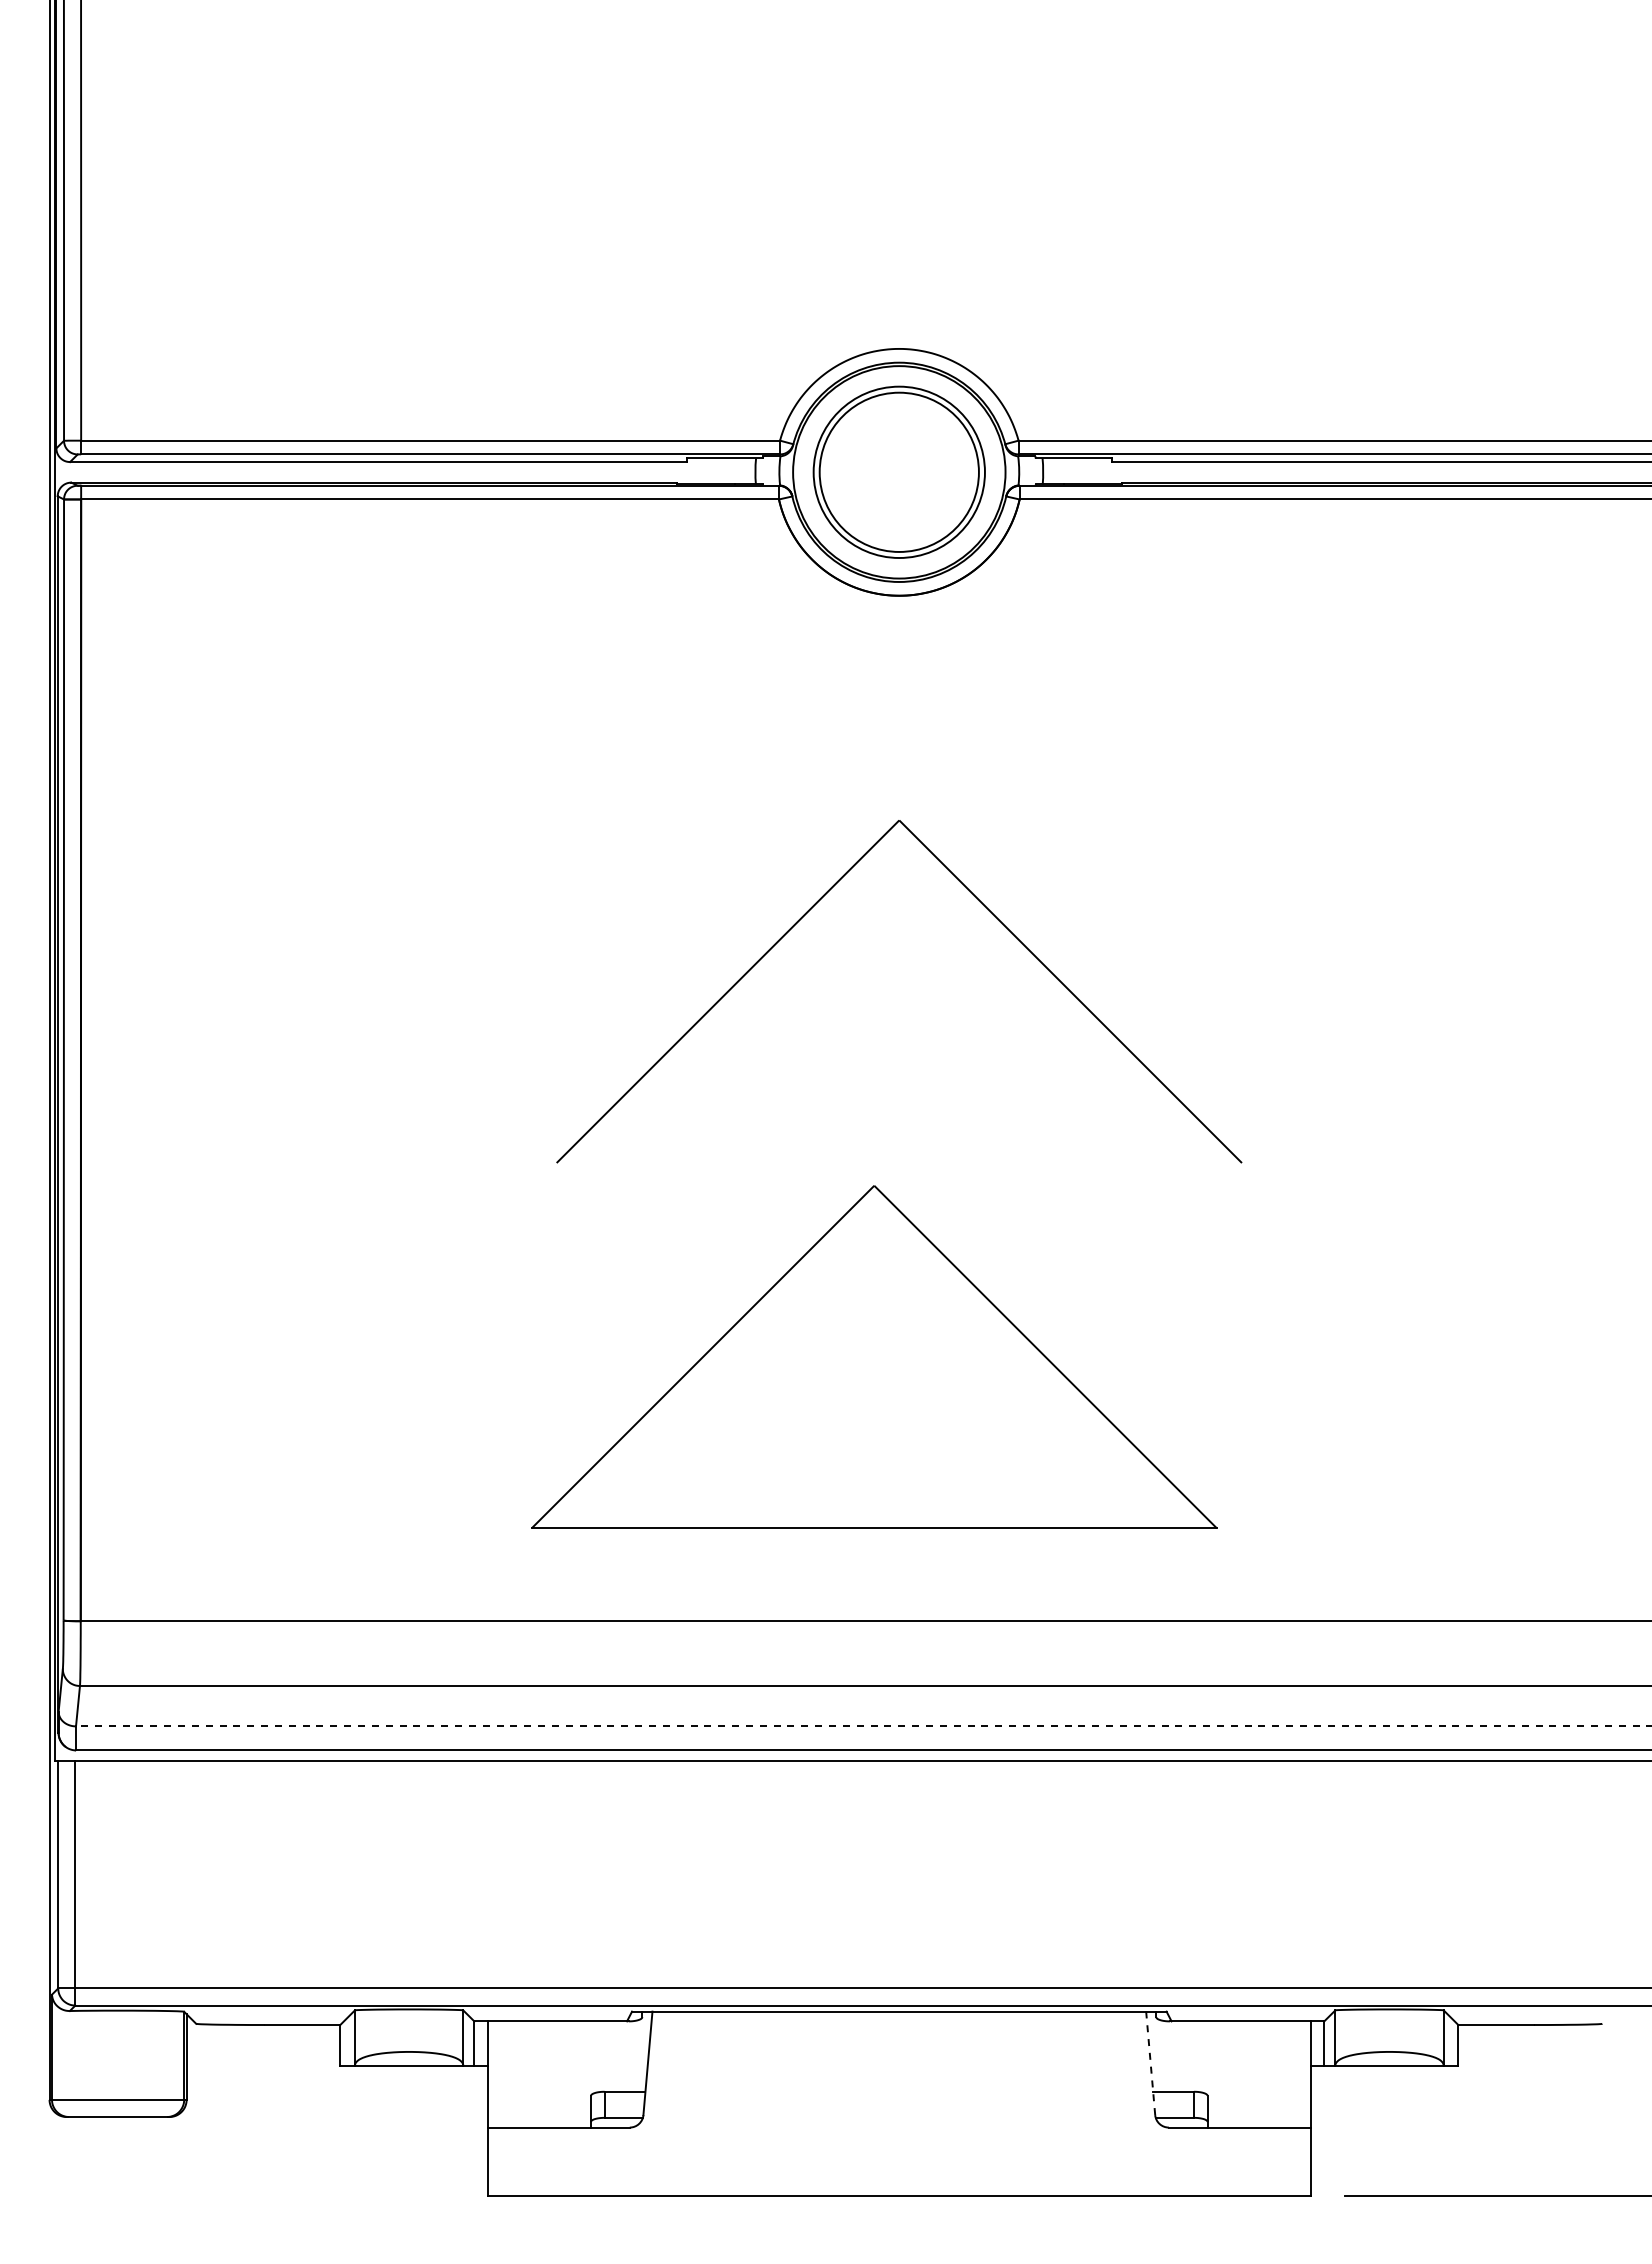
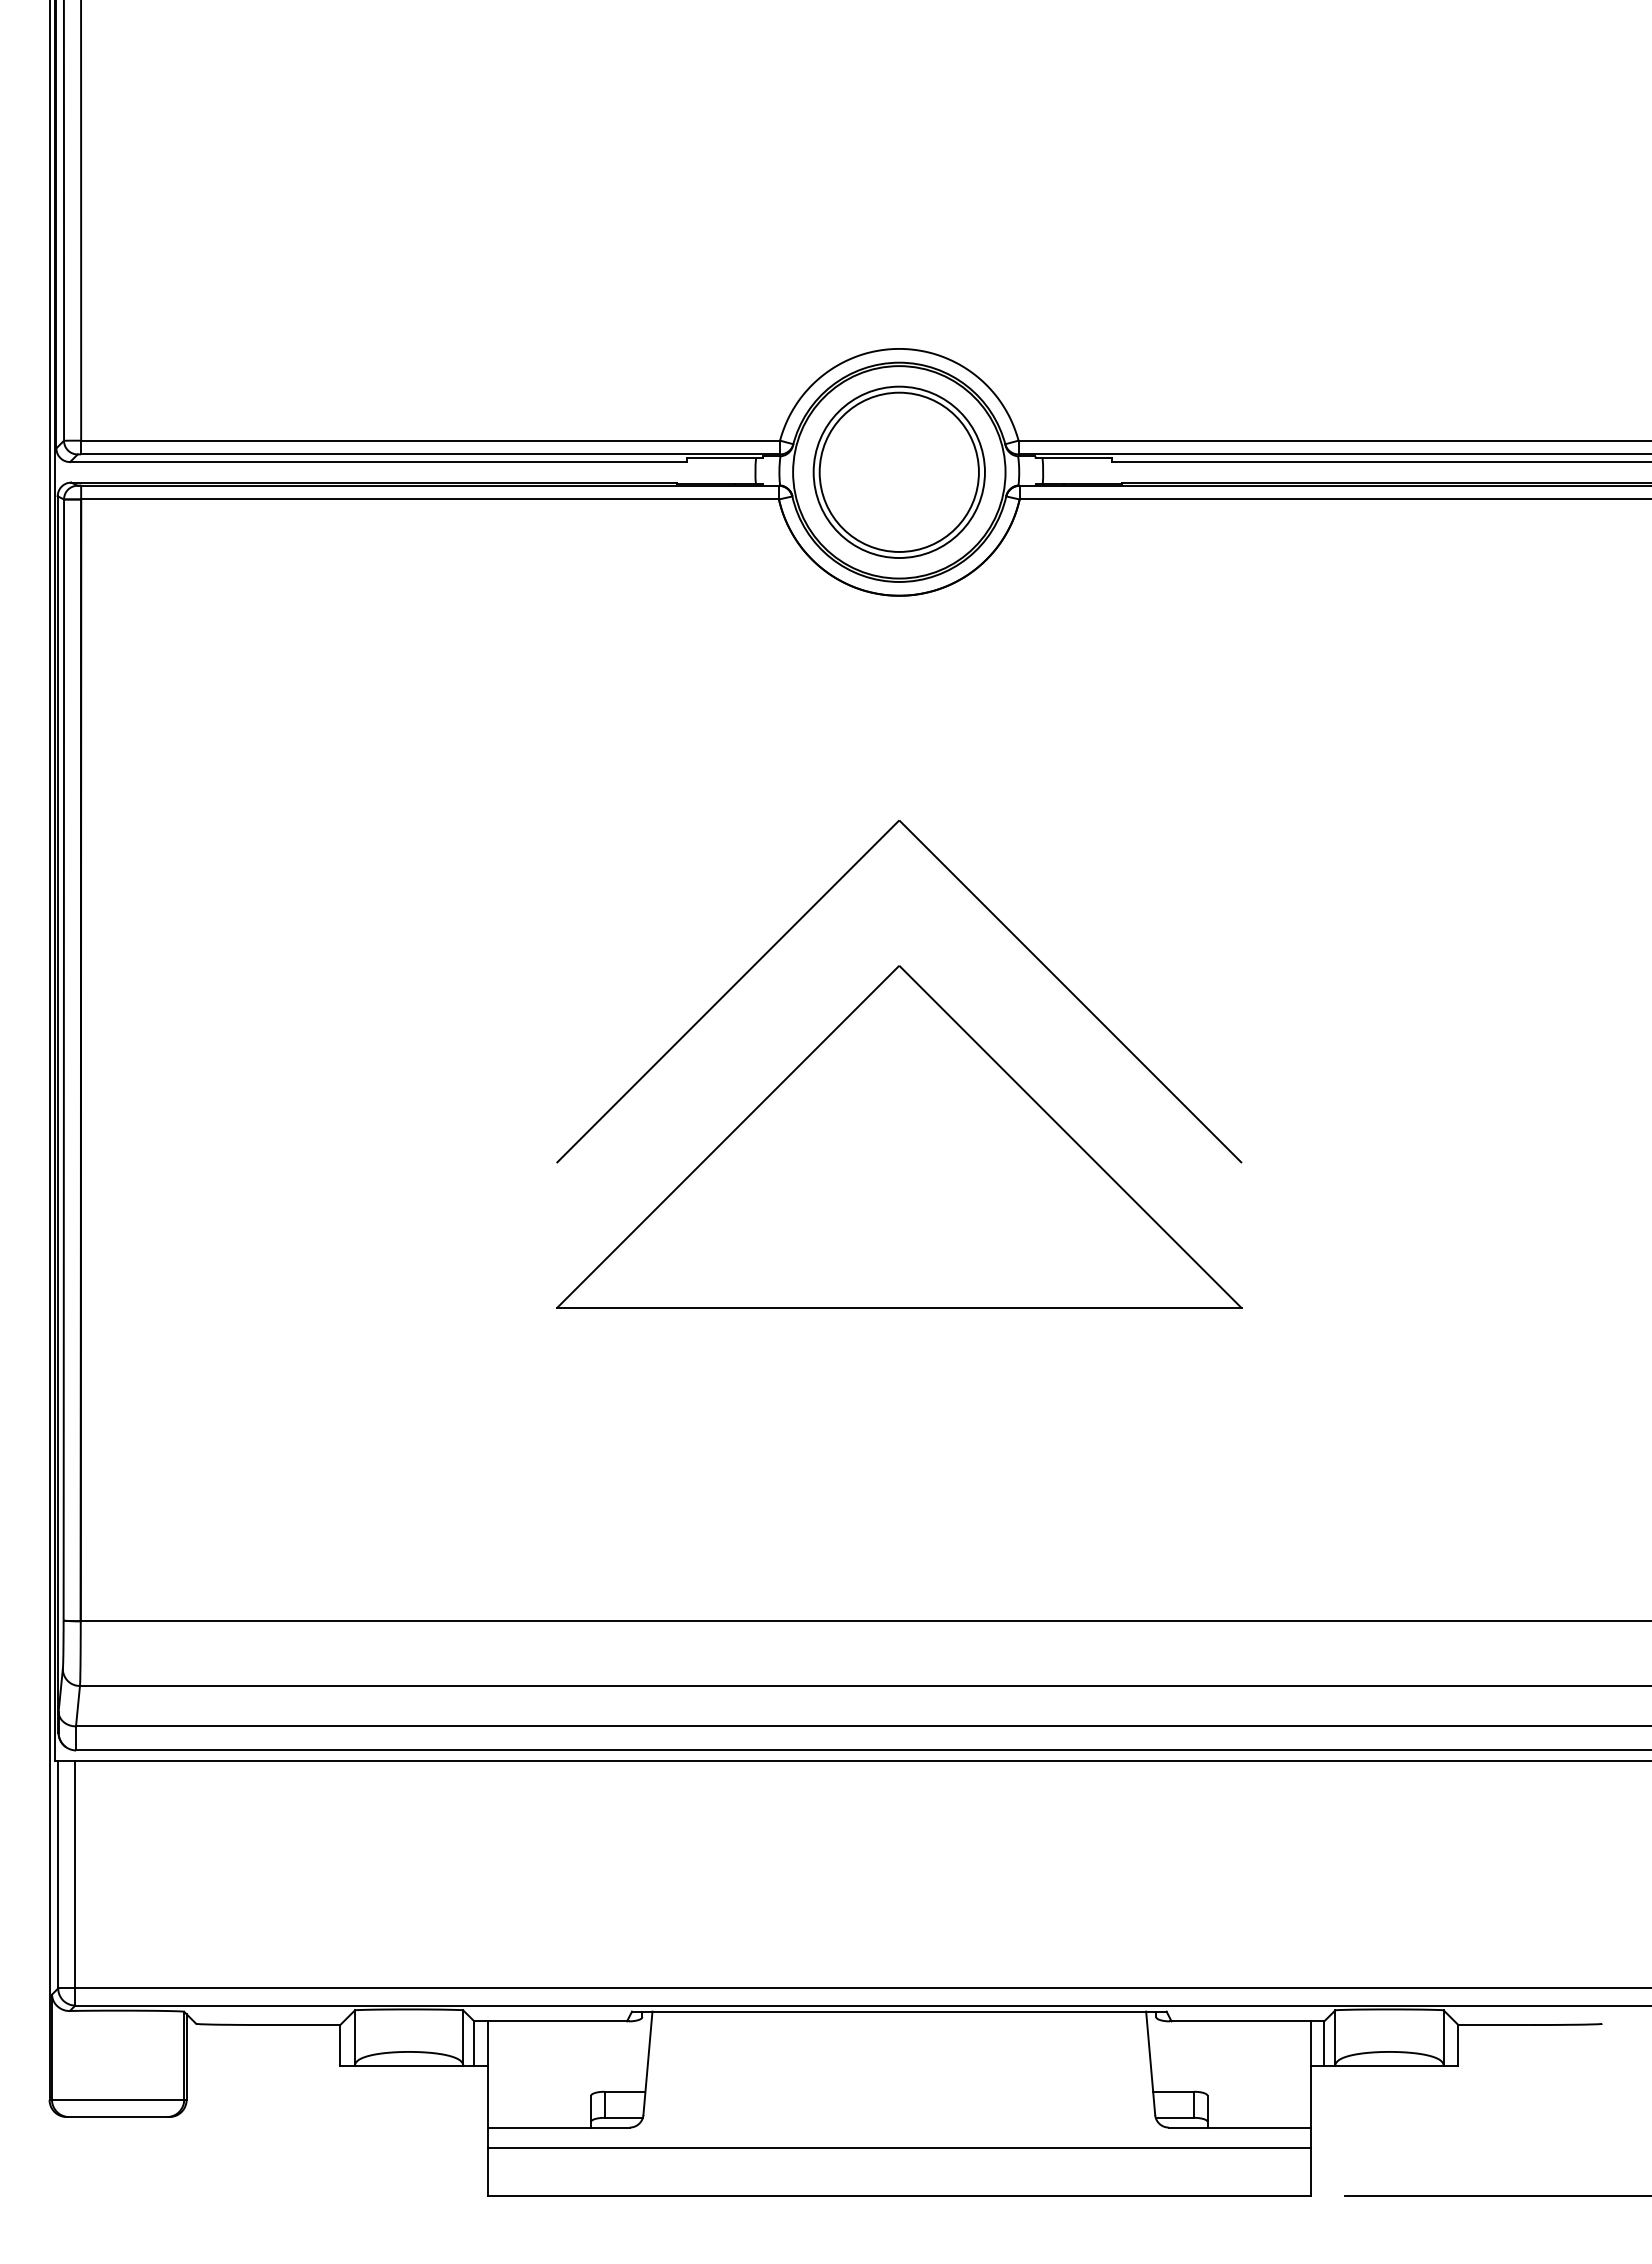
part at (874, 1356) position: (874, 1356) -> (899, 1136)
line at (863, 1726): dashed -> solid
line at (1150, 2063): dashed -> solid
line at (899, 2148): none -> present
